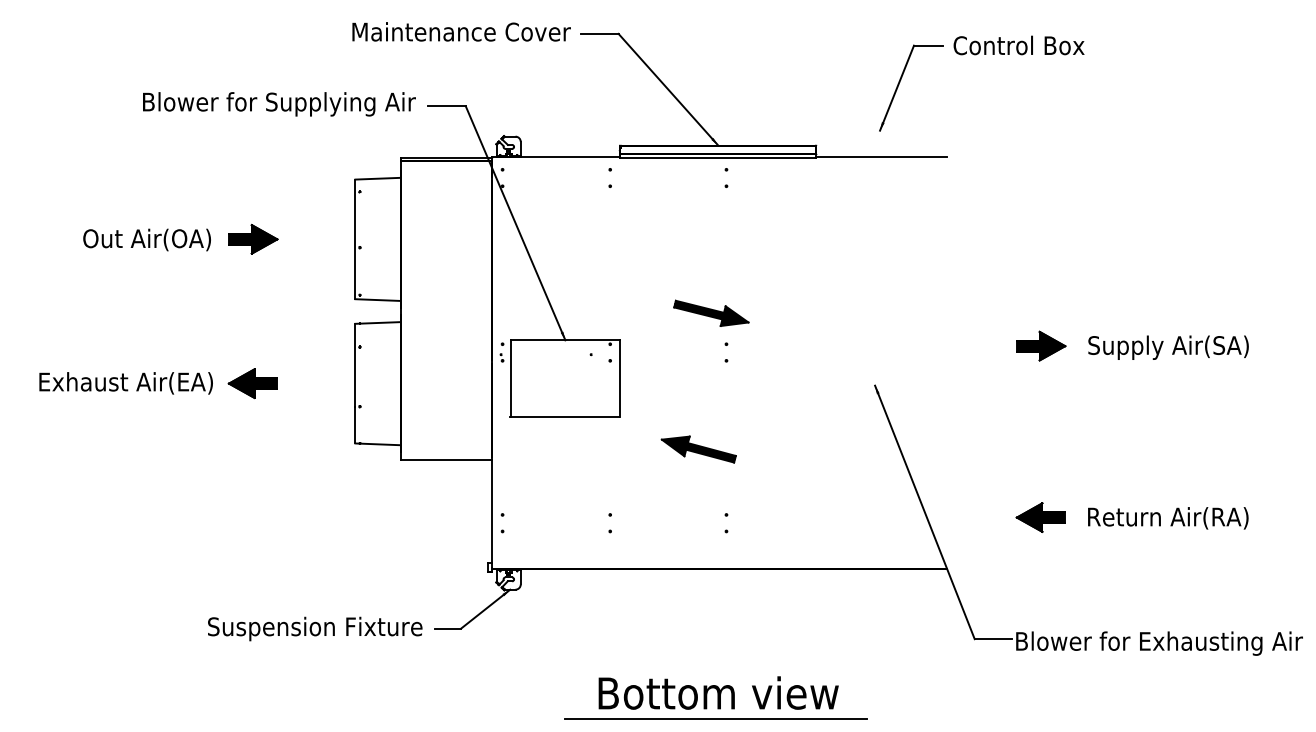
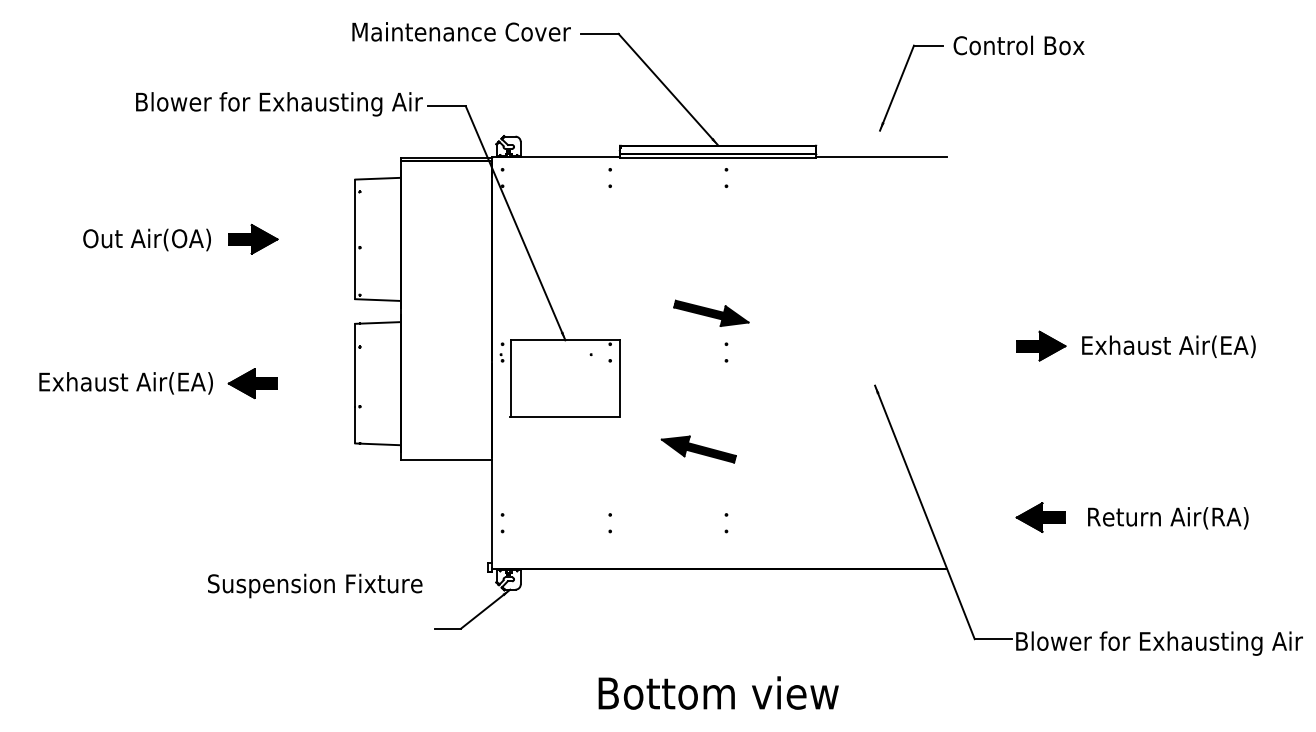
text at (279, 104): Blower for Supplying Air -> Blower for Exhausting Air
text at (1168, 347): Supply Air(SA) -> Exhaust Air(EA)
text at (315, 628) position: (315, 628) -> (315, 585)
line at (715, 718): present -> none
